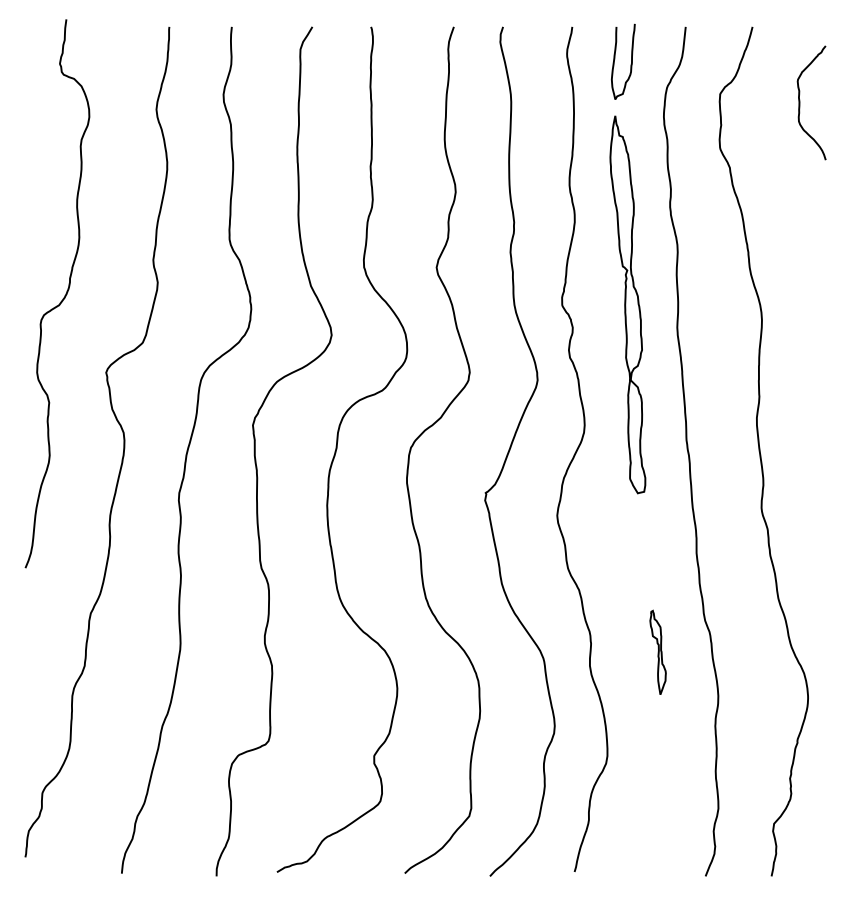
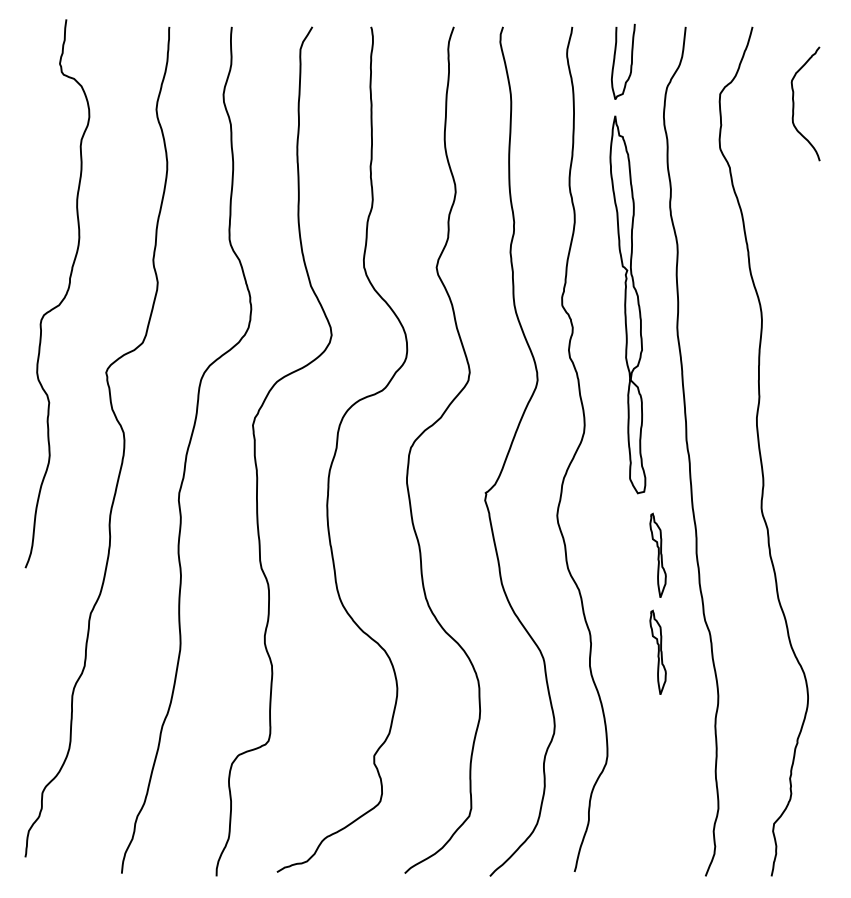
curve at (800, 102) position: (800, 102) -> (794, 103)
part at (657, 554): none -> present
